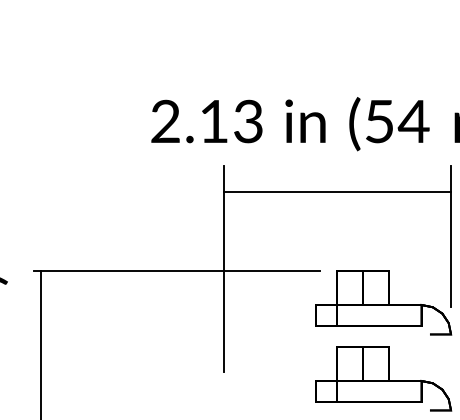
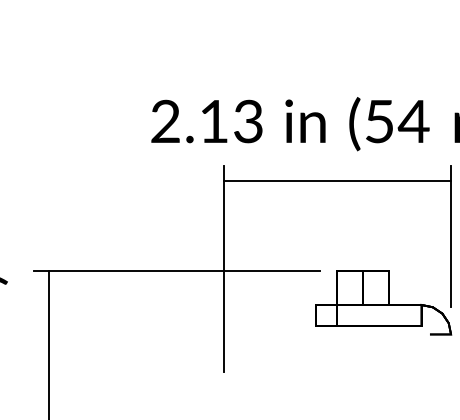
line at (337, 191) position: (337, 191) -> (337, 180)
line at (41, 343) position: (41, 343) -> (49, 343)
part at (383, 378): present -> none
